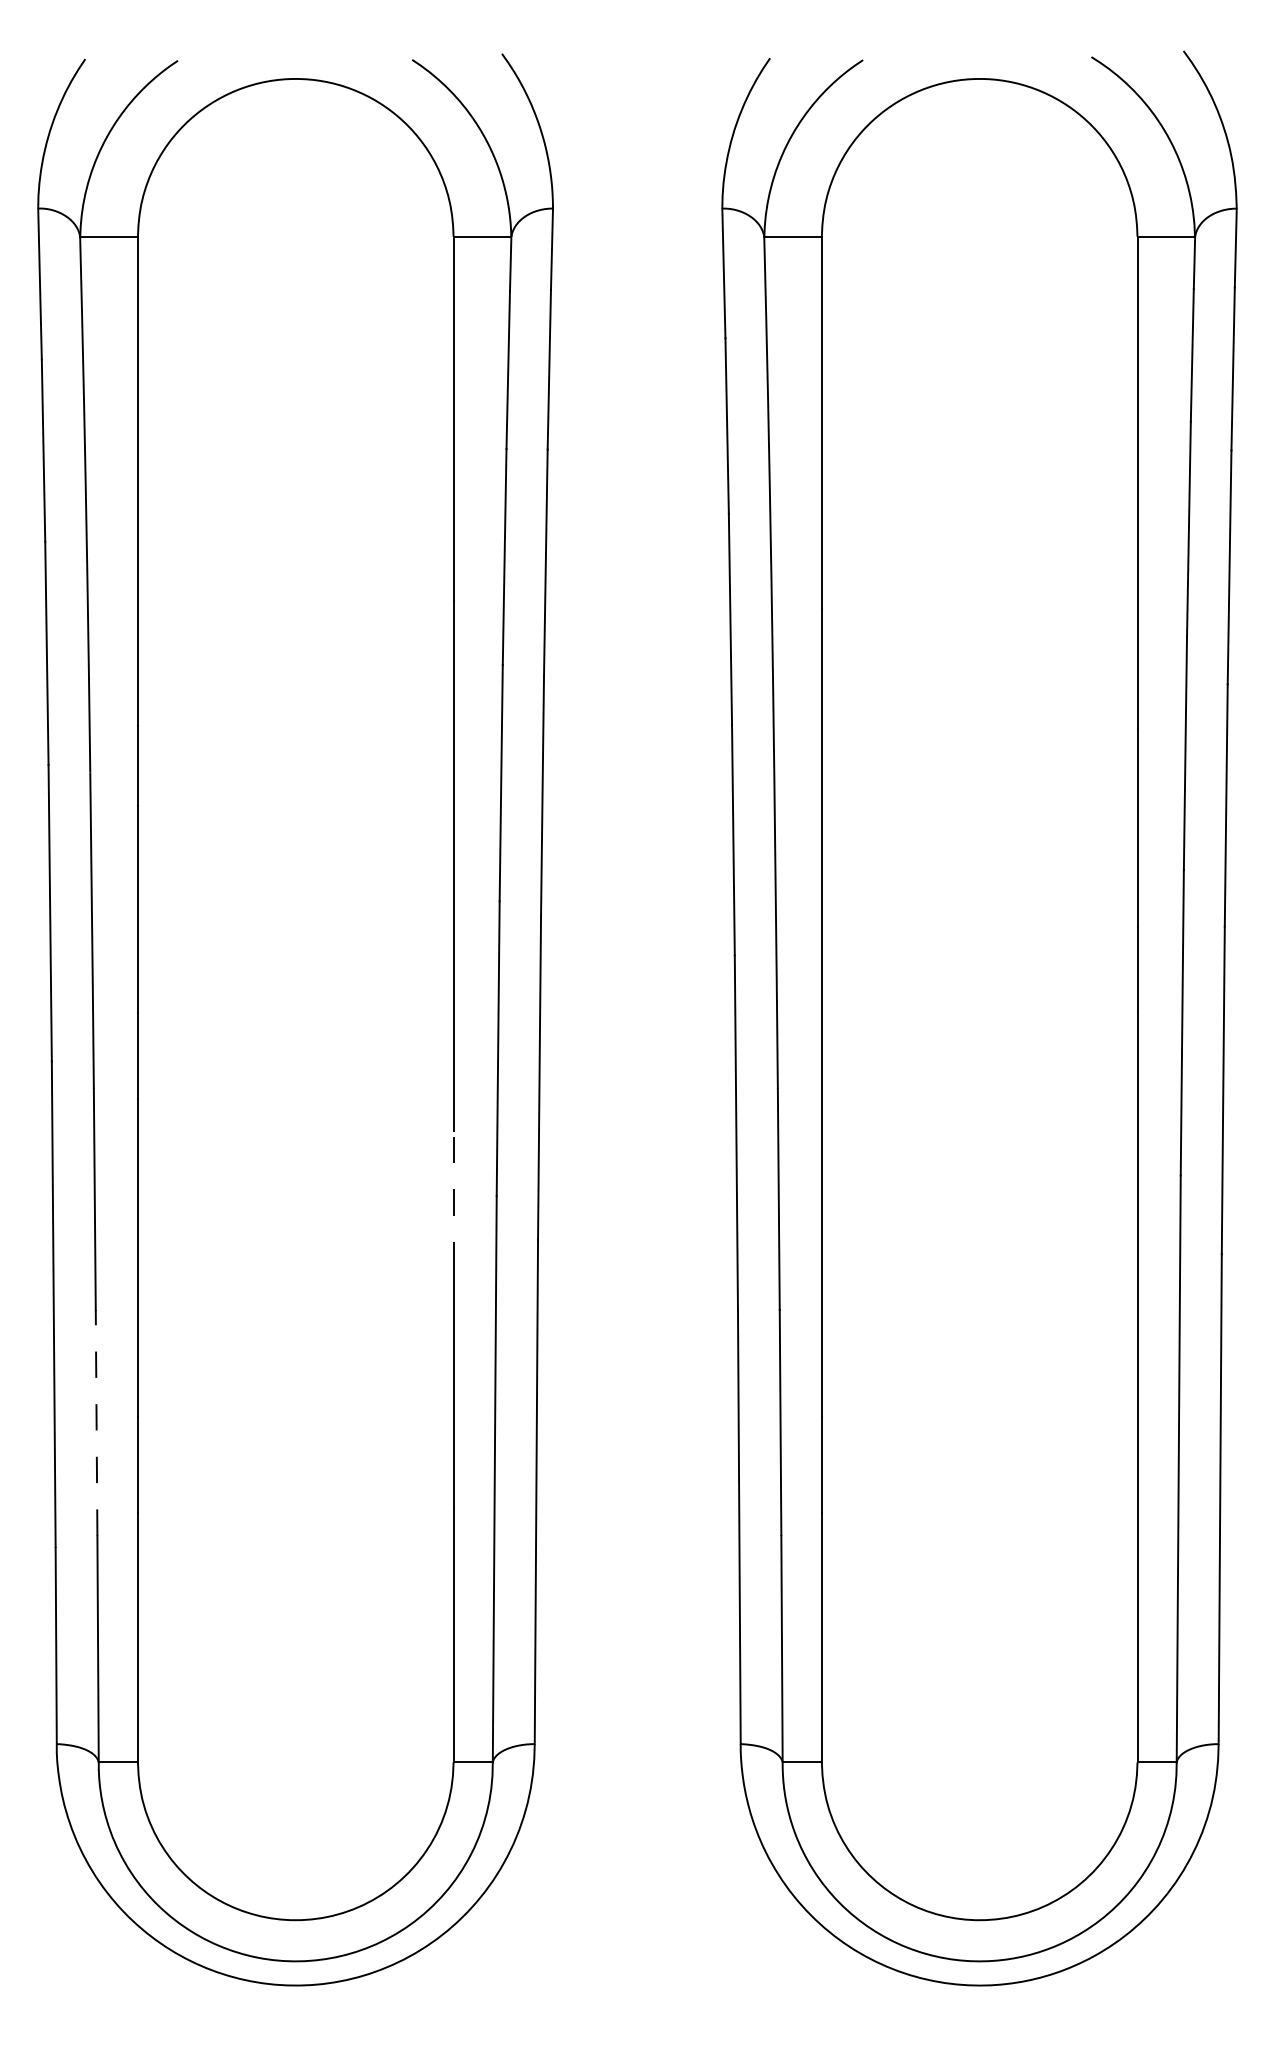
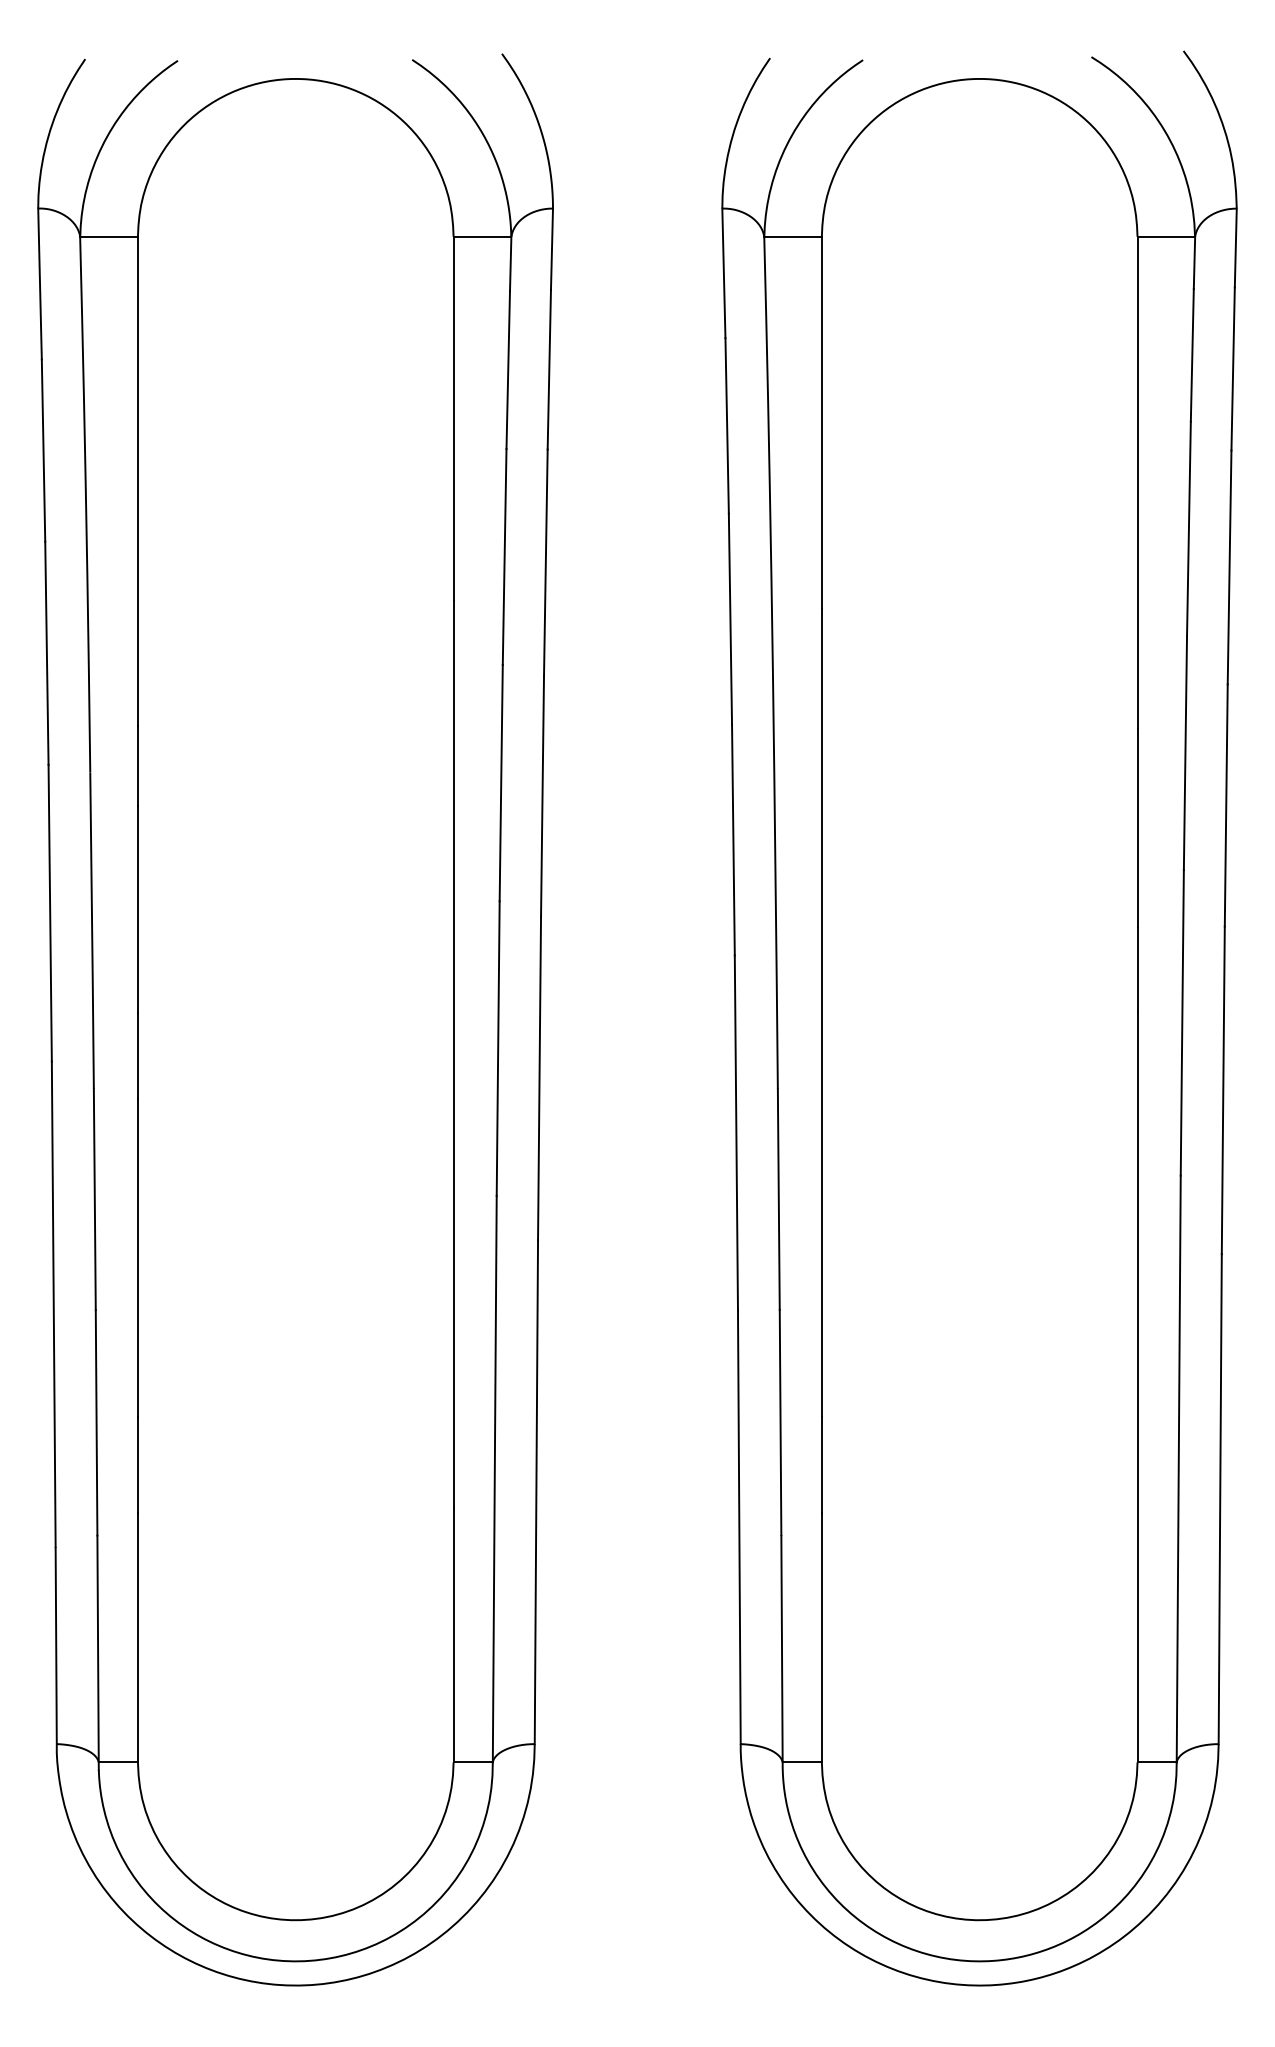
line at (453, 1200): dashed -> solid
line at (96, 1422): dashed -> solid
